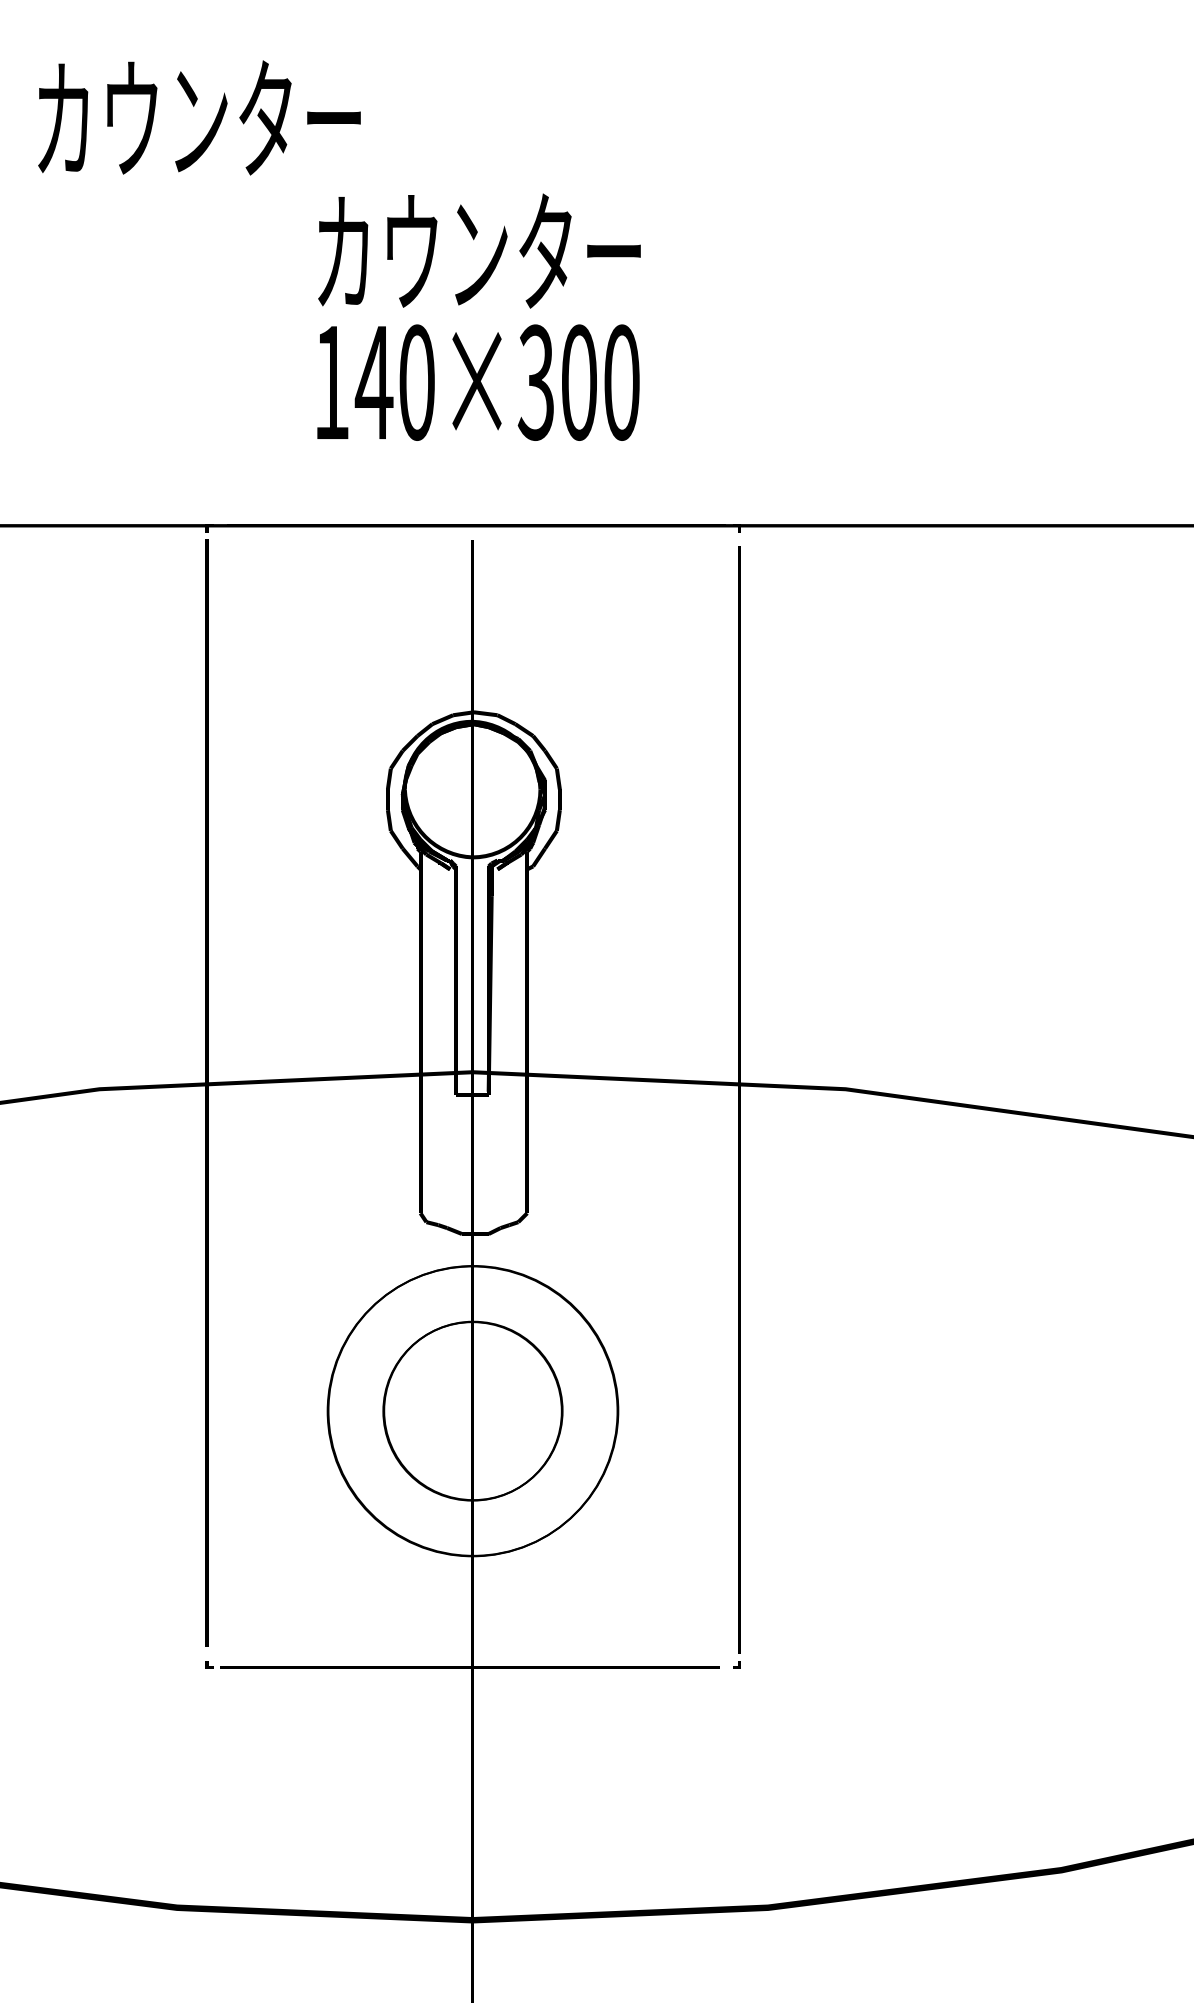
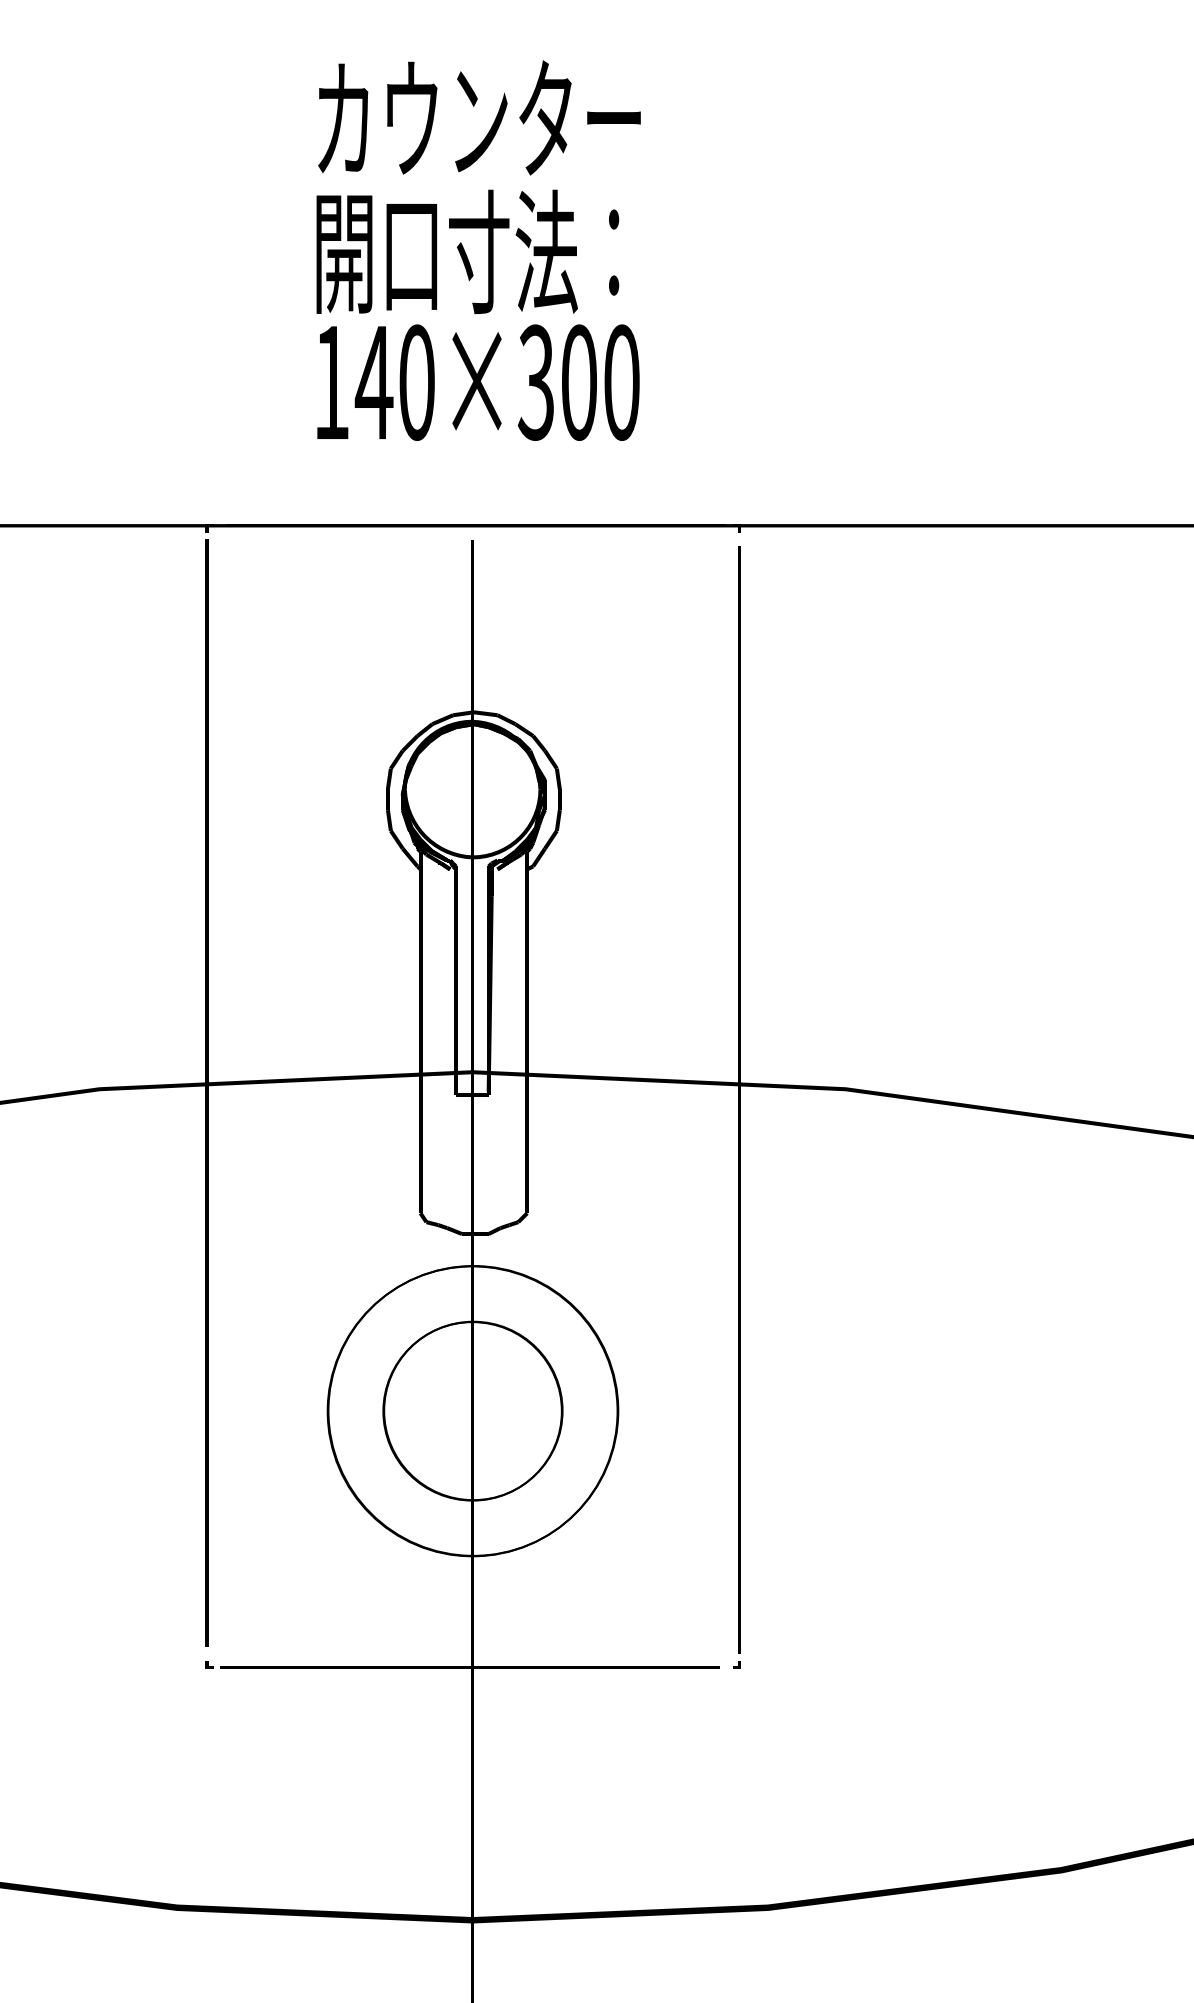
text at (199, 117) position: (199, 117) -> (479, 117)
text at (478, 251): カウンター -> 開口寸法：
